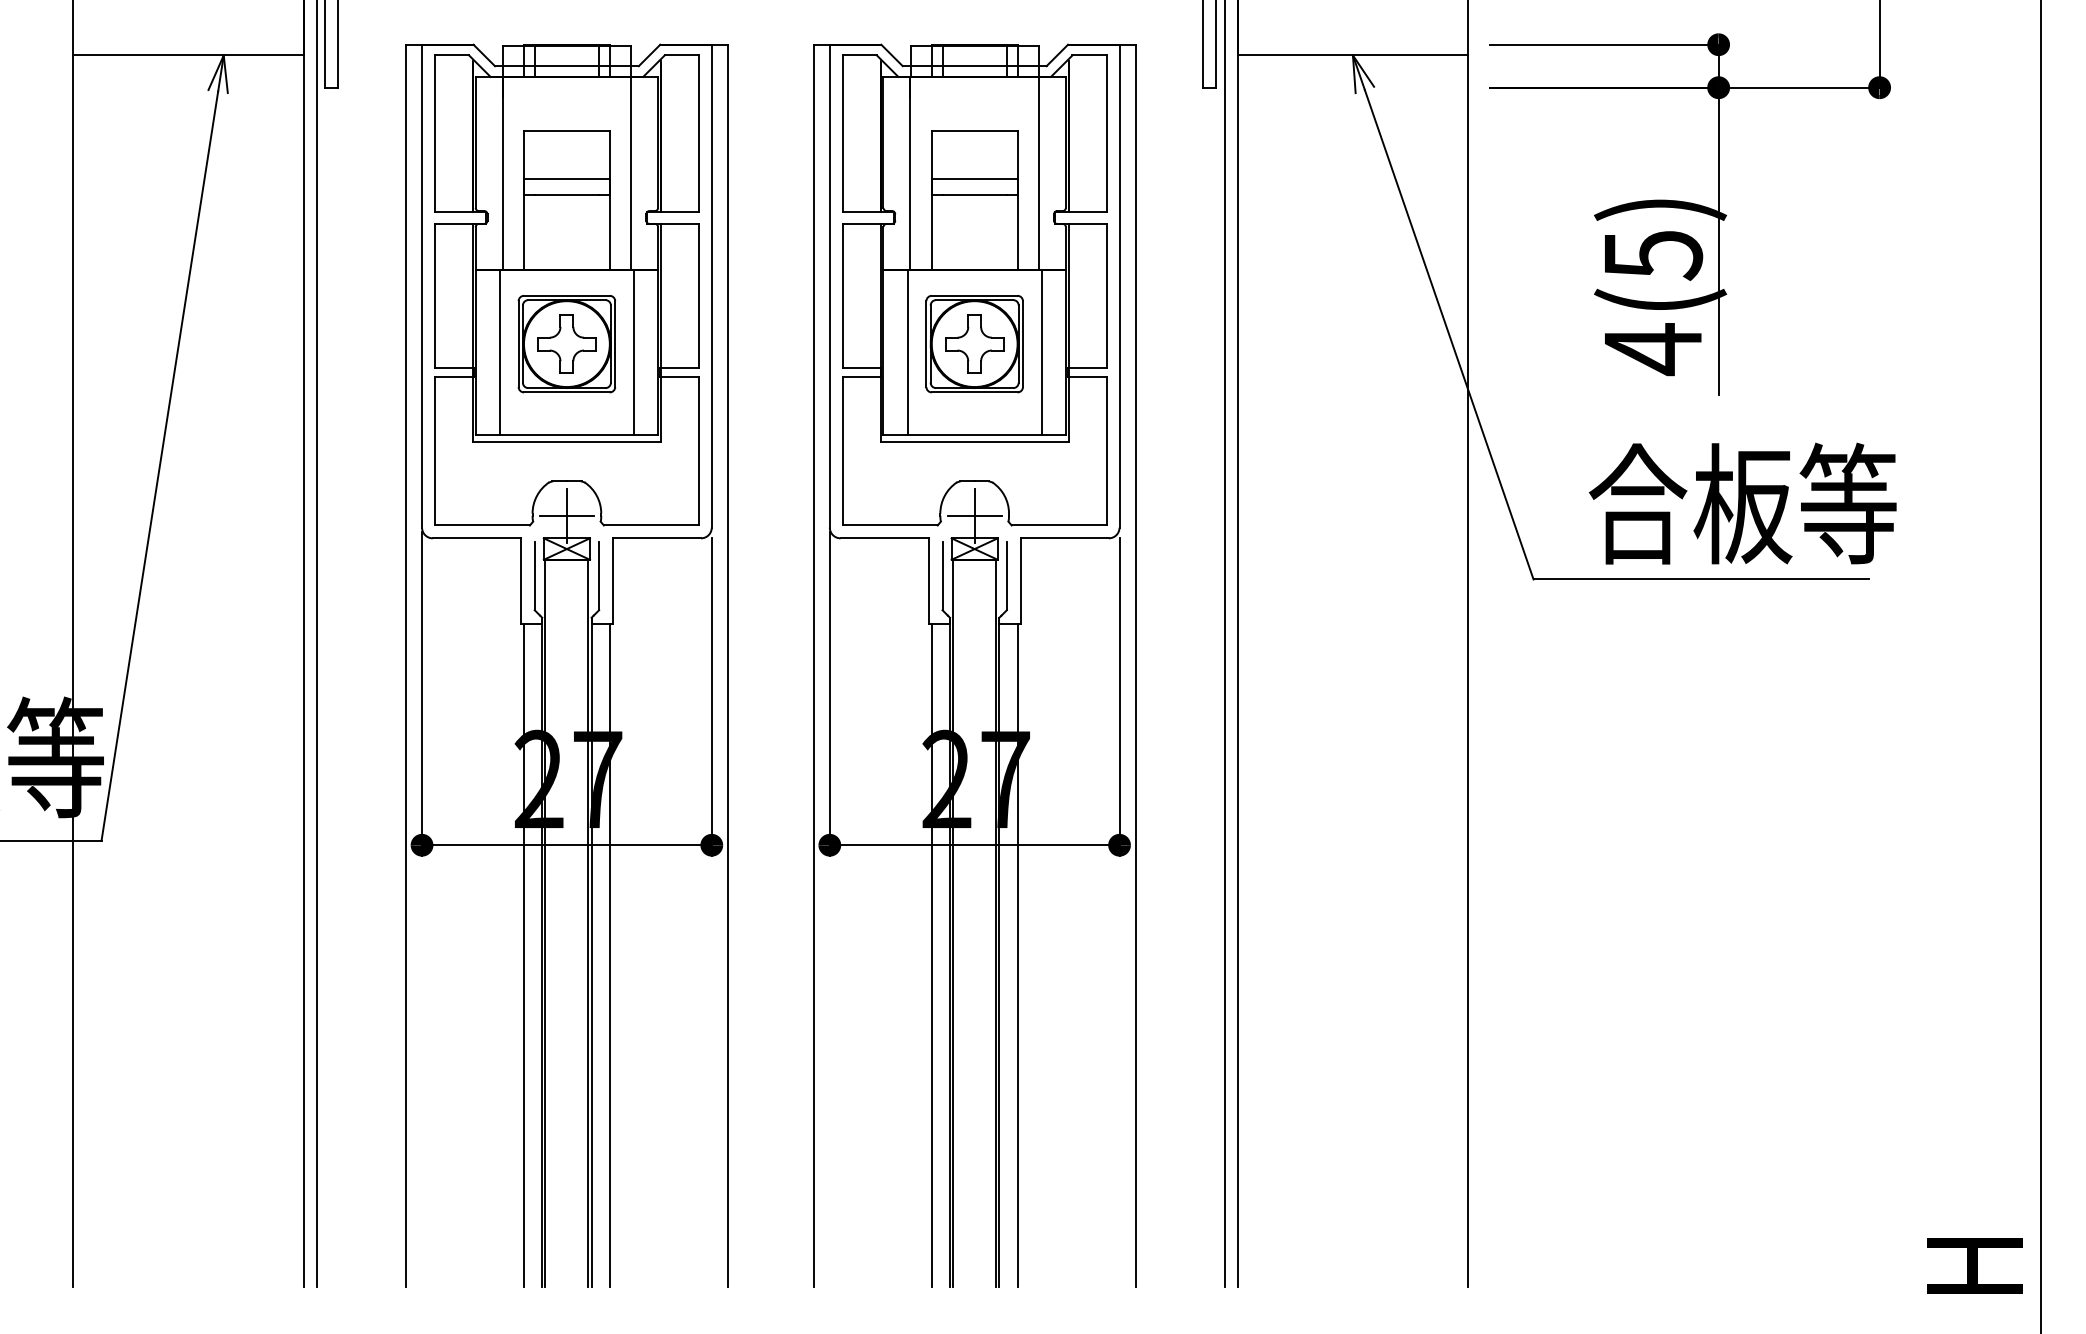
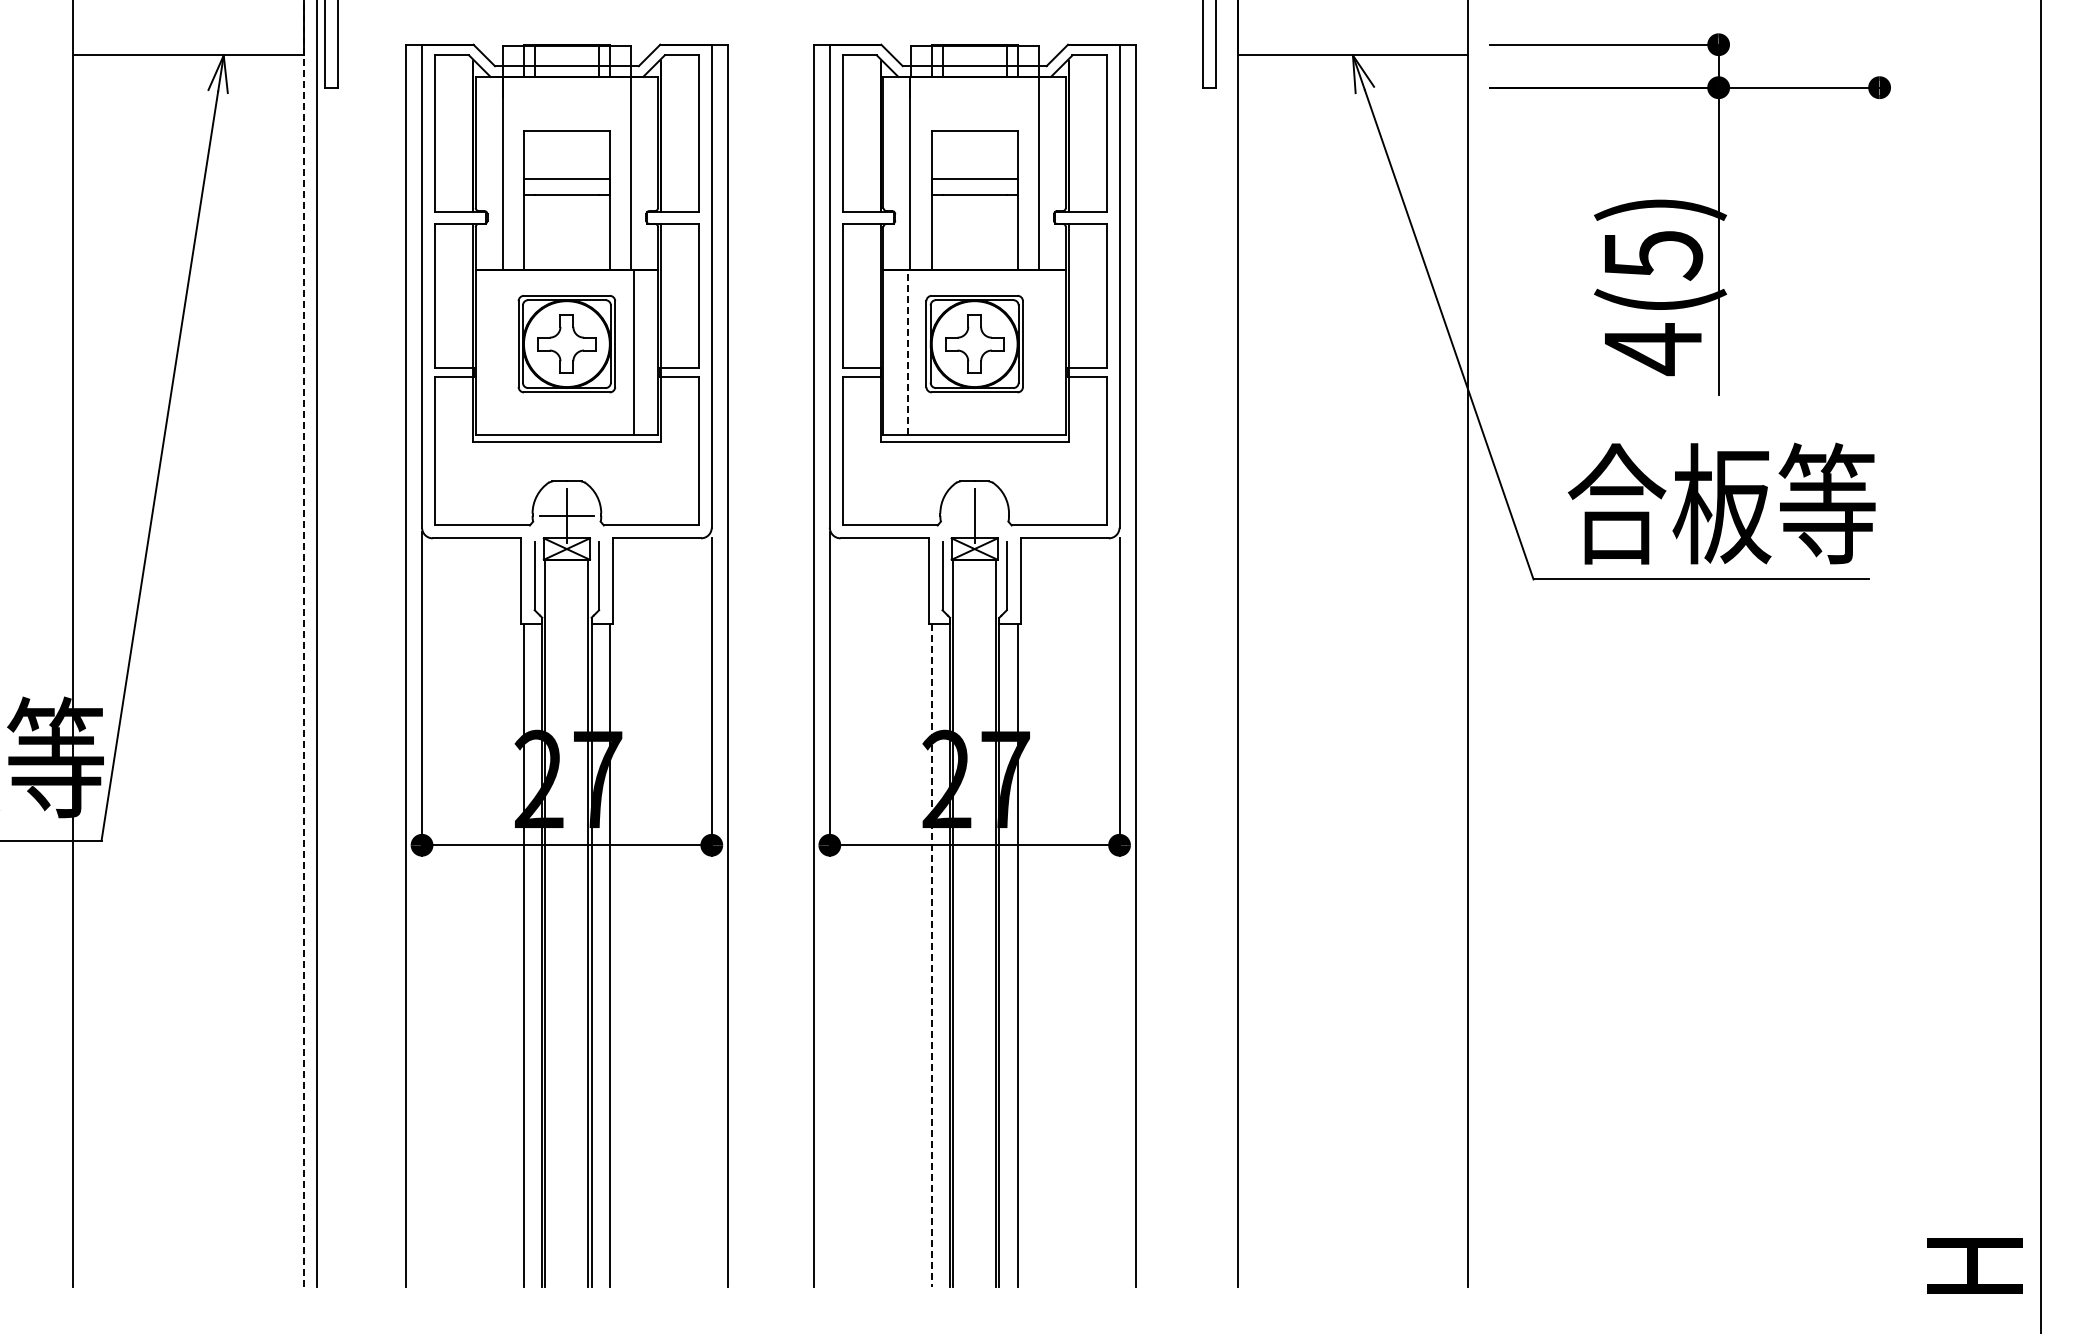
line at (1879, 44): present -> none
line at (499, 352): present -> none
line at (907, 352): solid -> dashed
line at (1041, 352): present -> none
text at (1742, 503) position: (1742, 503) -> (1721, 503)
line at (974, 515): present -> none
line at (304, 643): solid -> dashed
line at (1224, 644): present -> none
line at (931, 955): solid -> dashed
